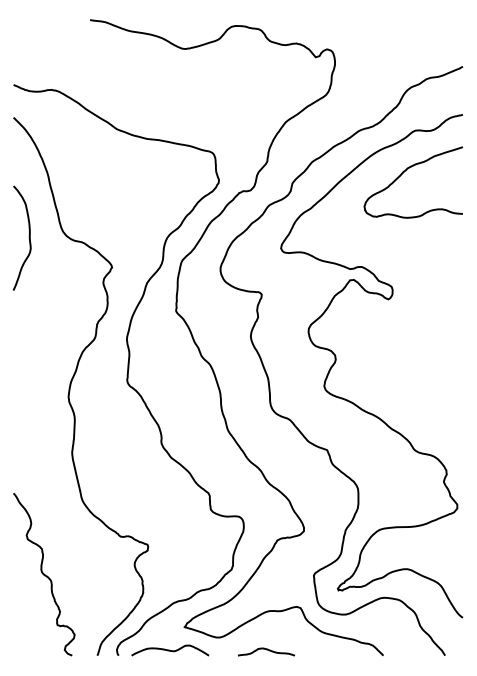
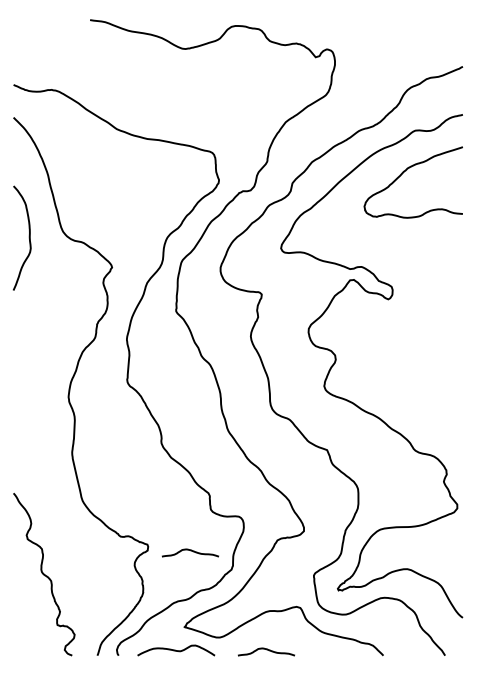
curve at (190, 551): none -> present
curve at (170, 650) position: (170, 650) -> (176, 650)
